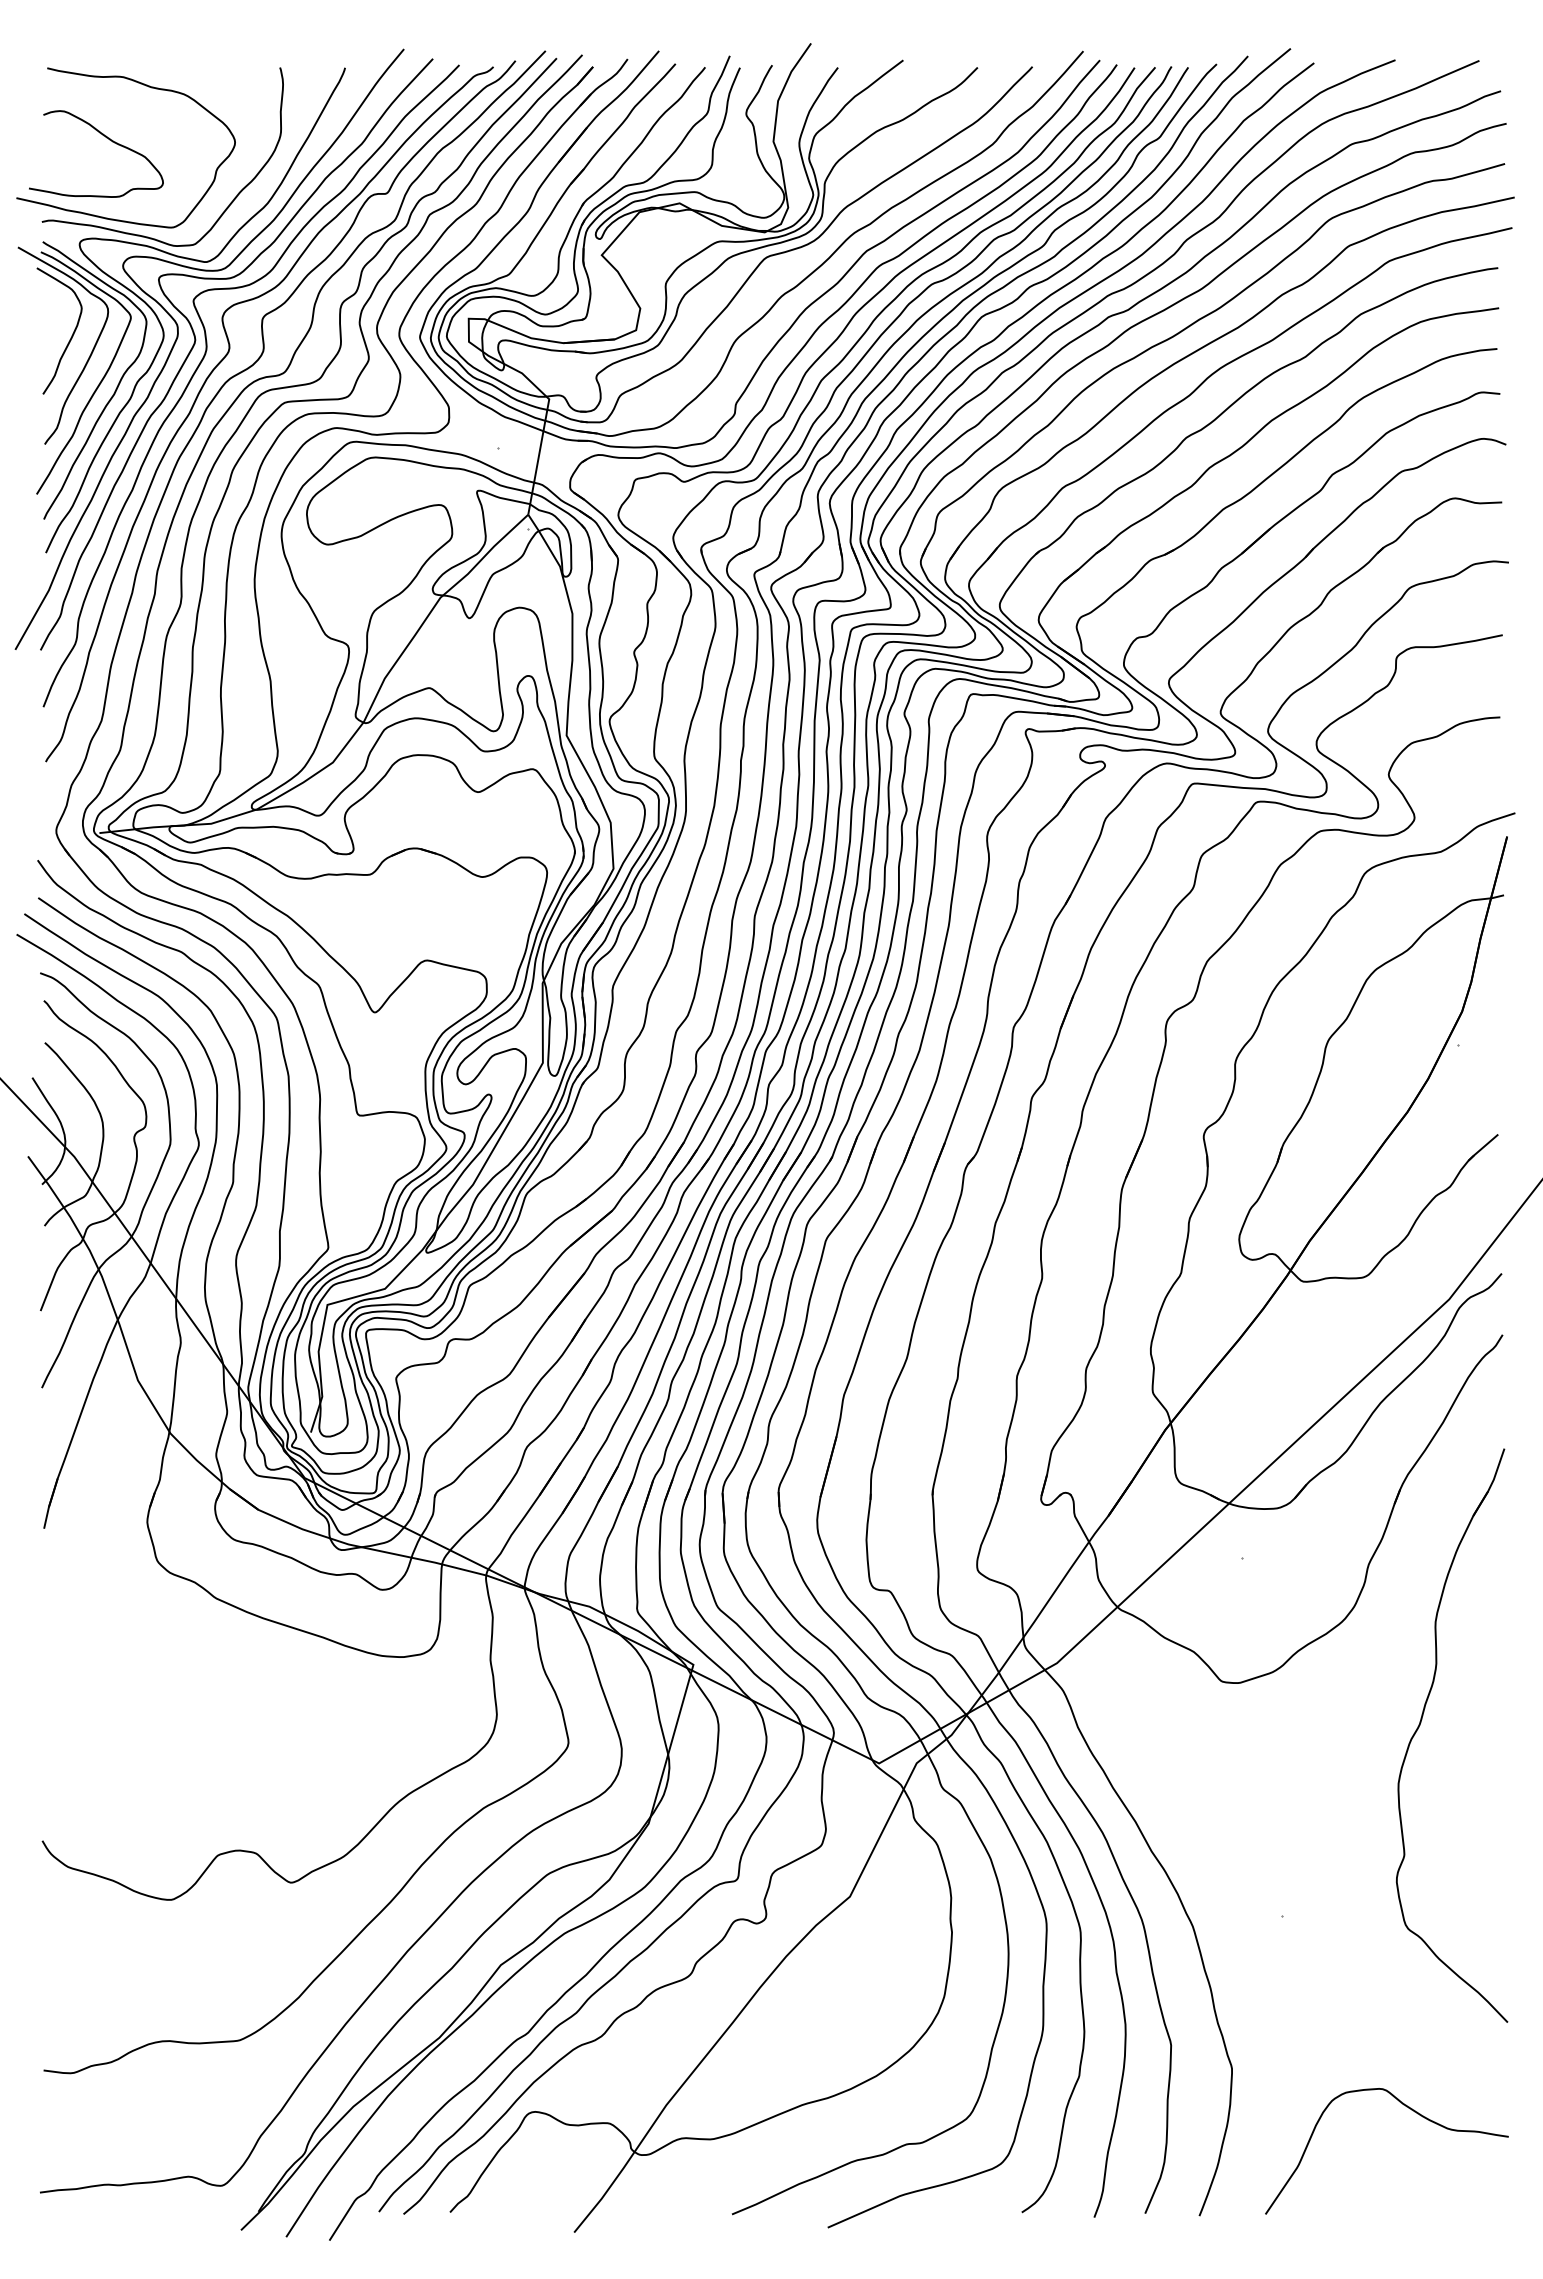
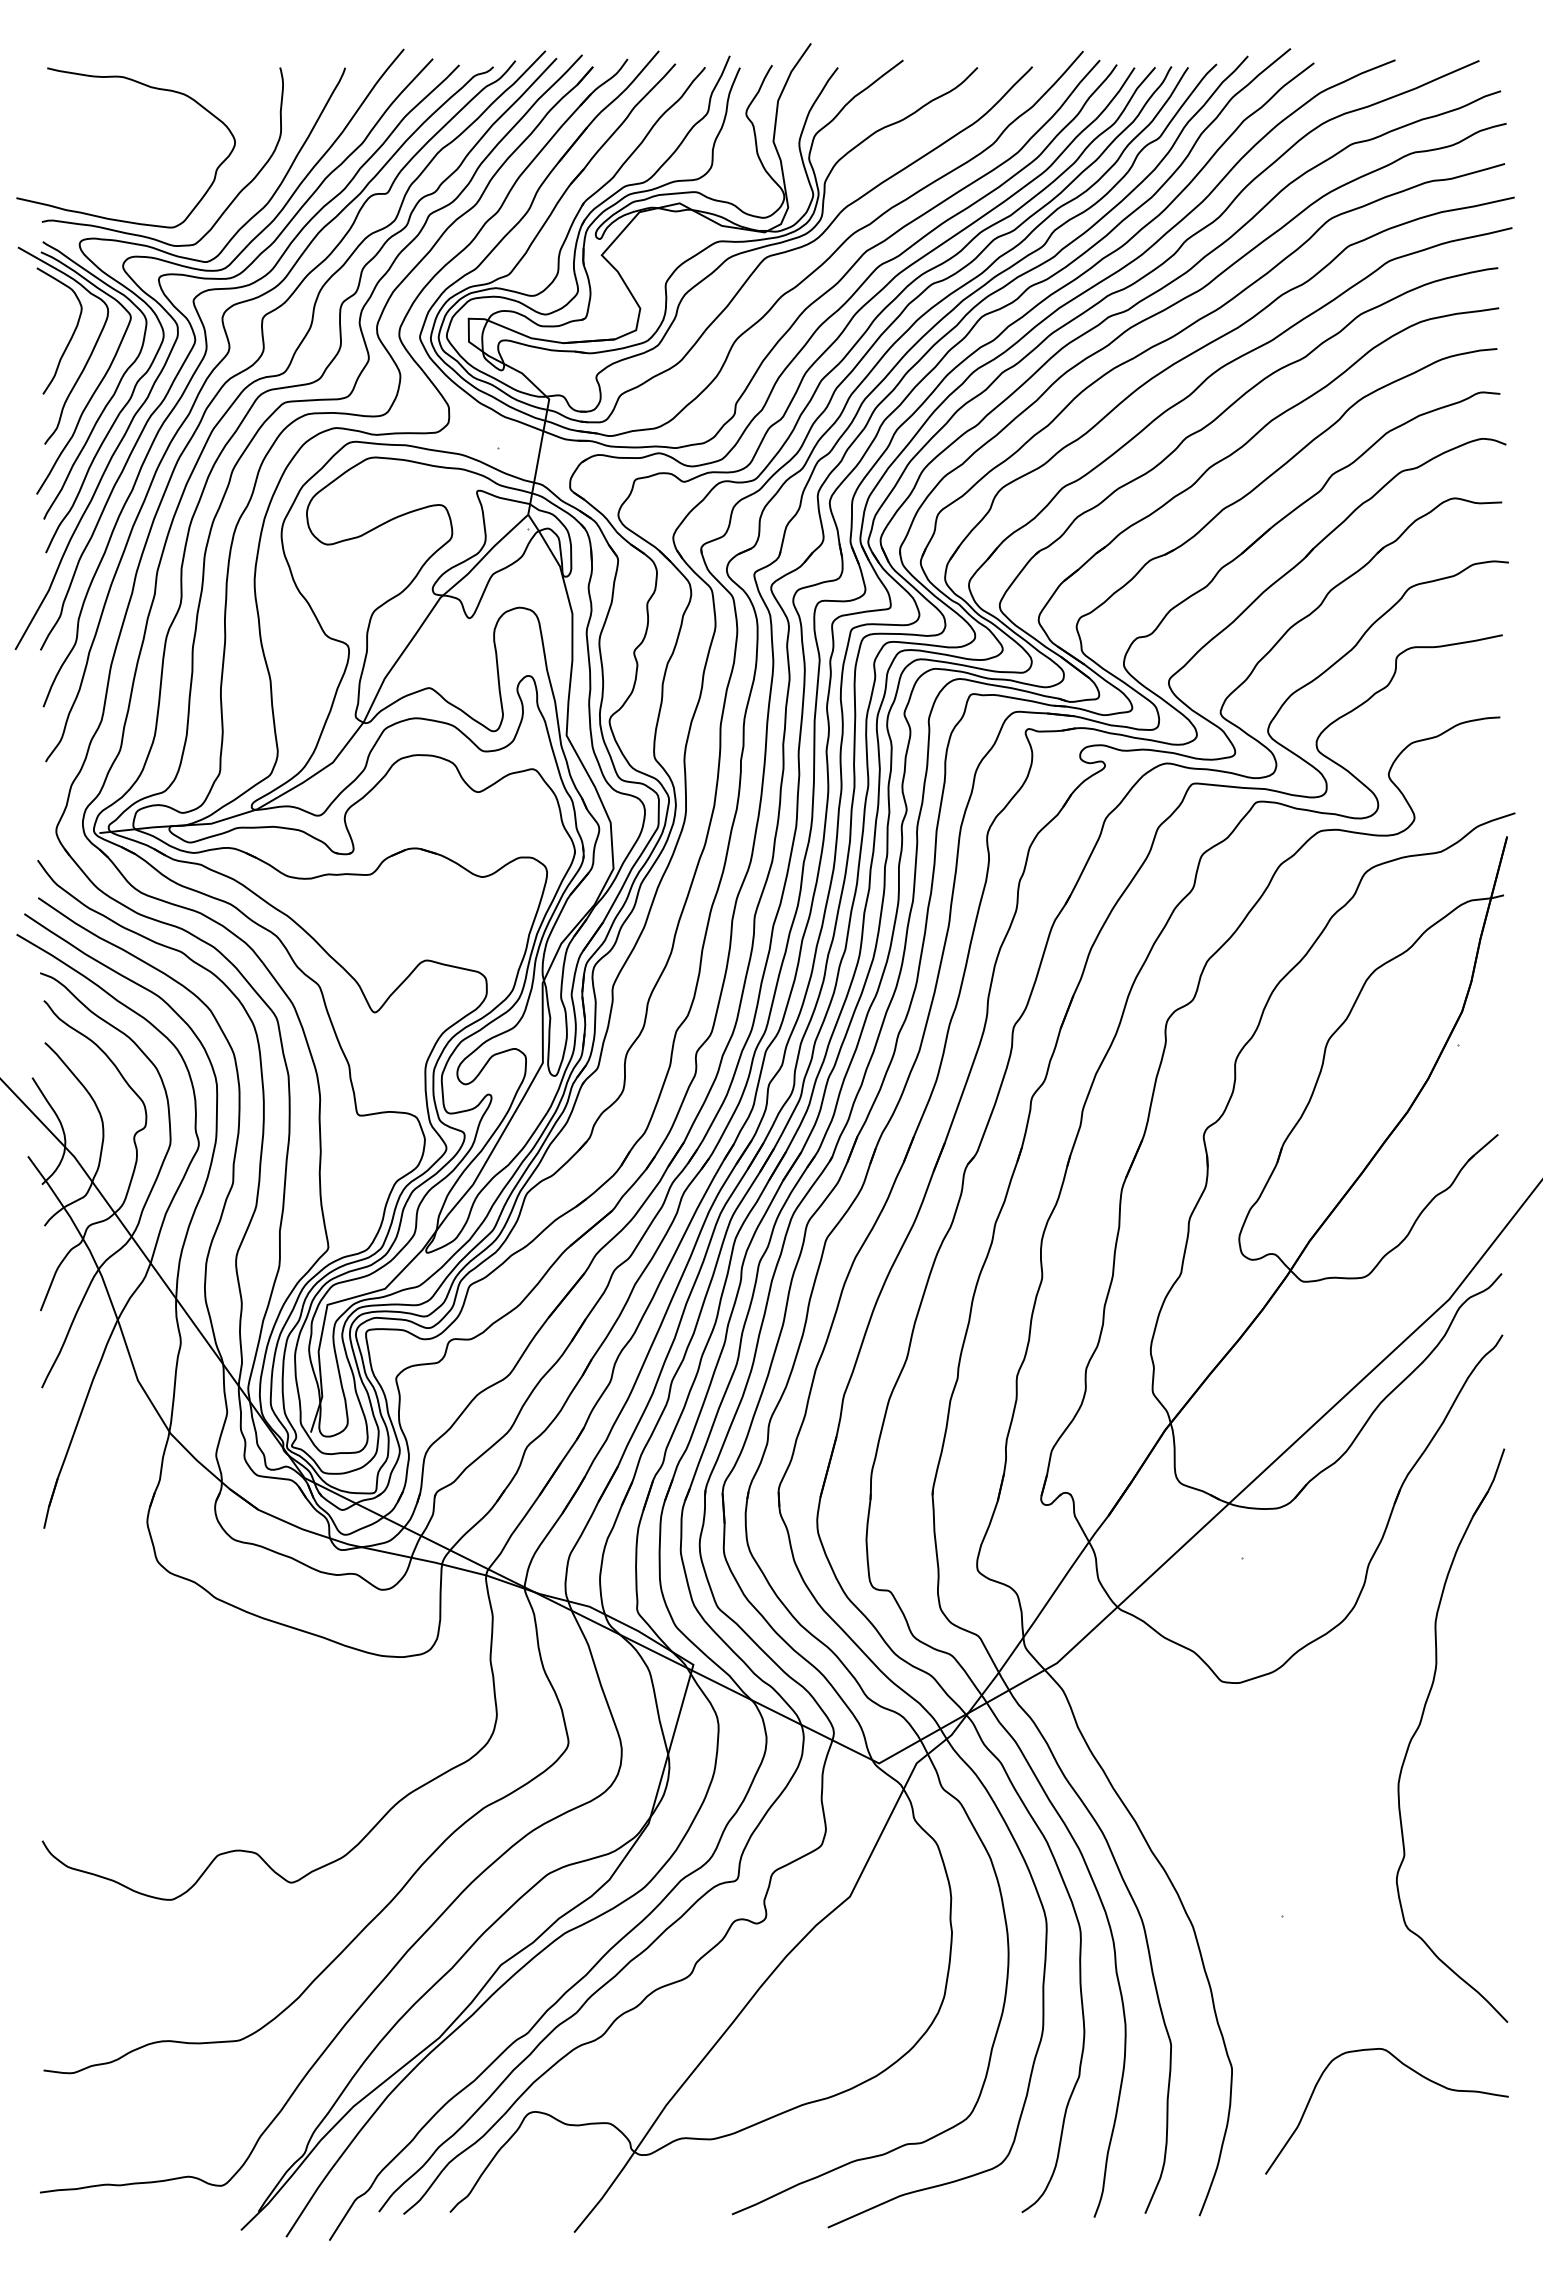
curve at (106, 138): present -> none
curve at (1414, 2112) position: (1414, 2112) -> (1414, 2072)
